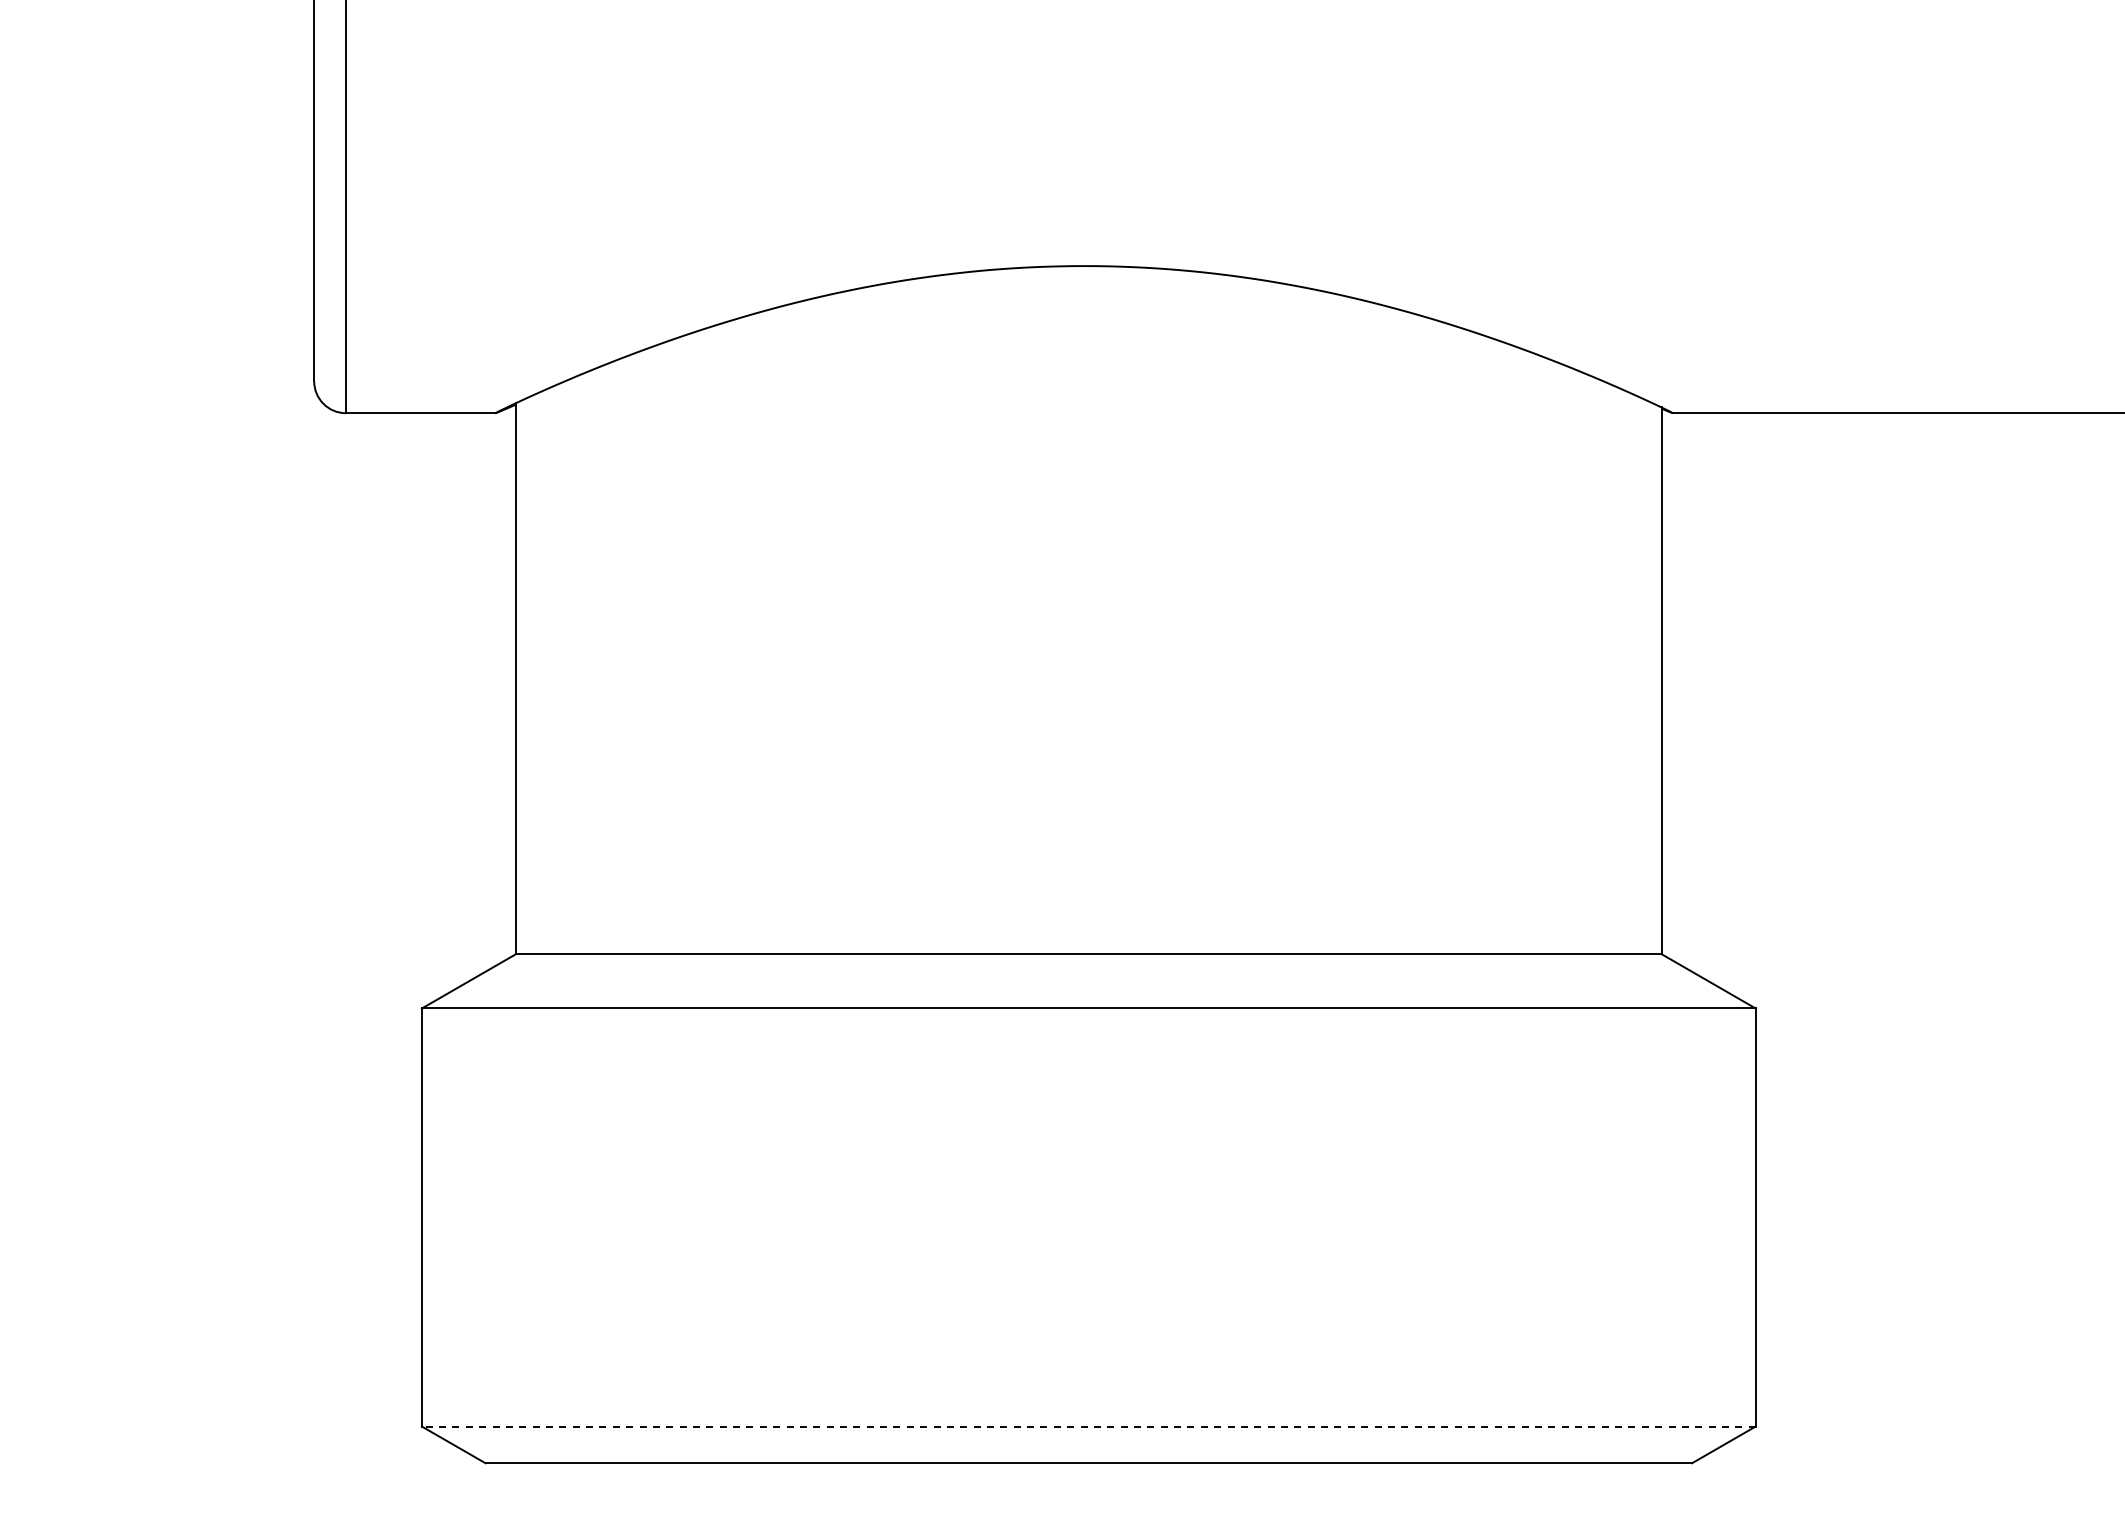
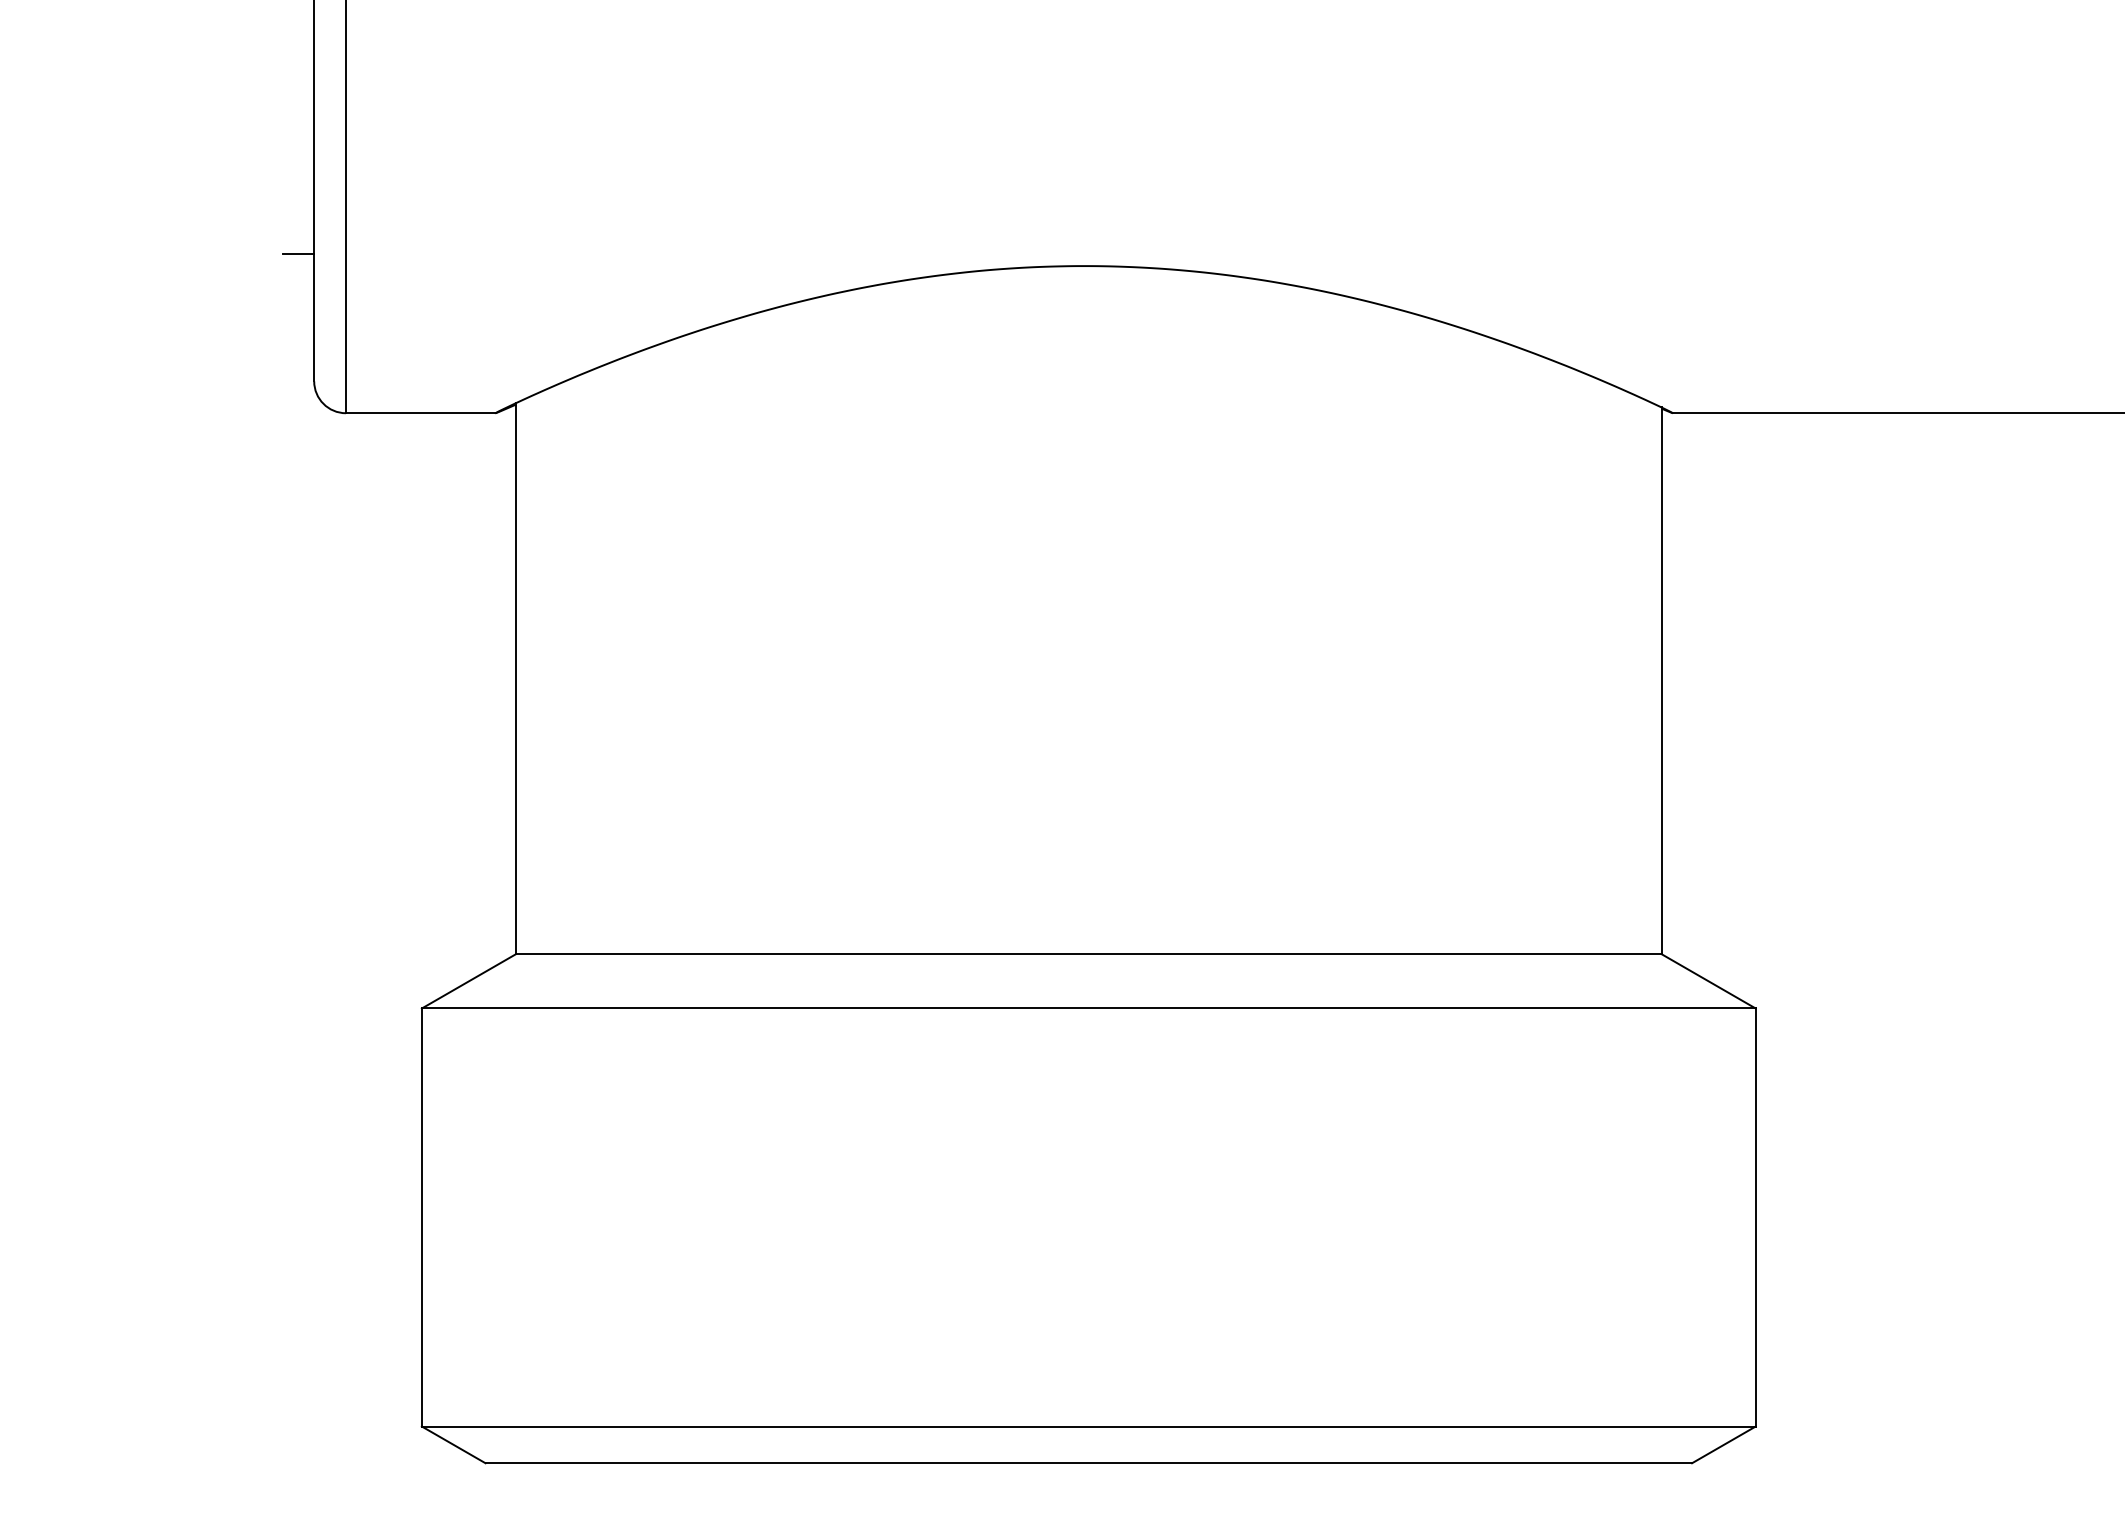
line at (298, 254): none -> present
line at (1088, 1426): dashed -> solid
